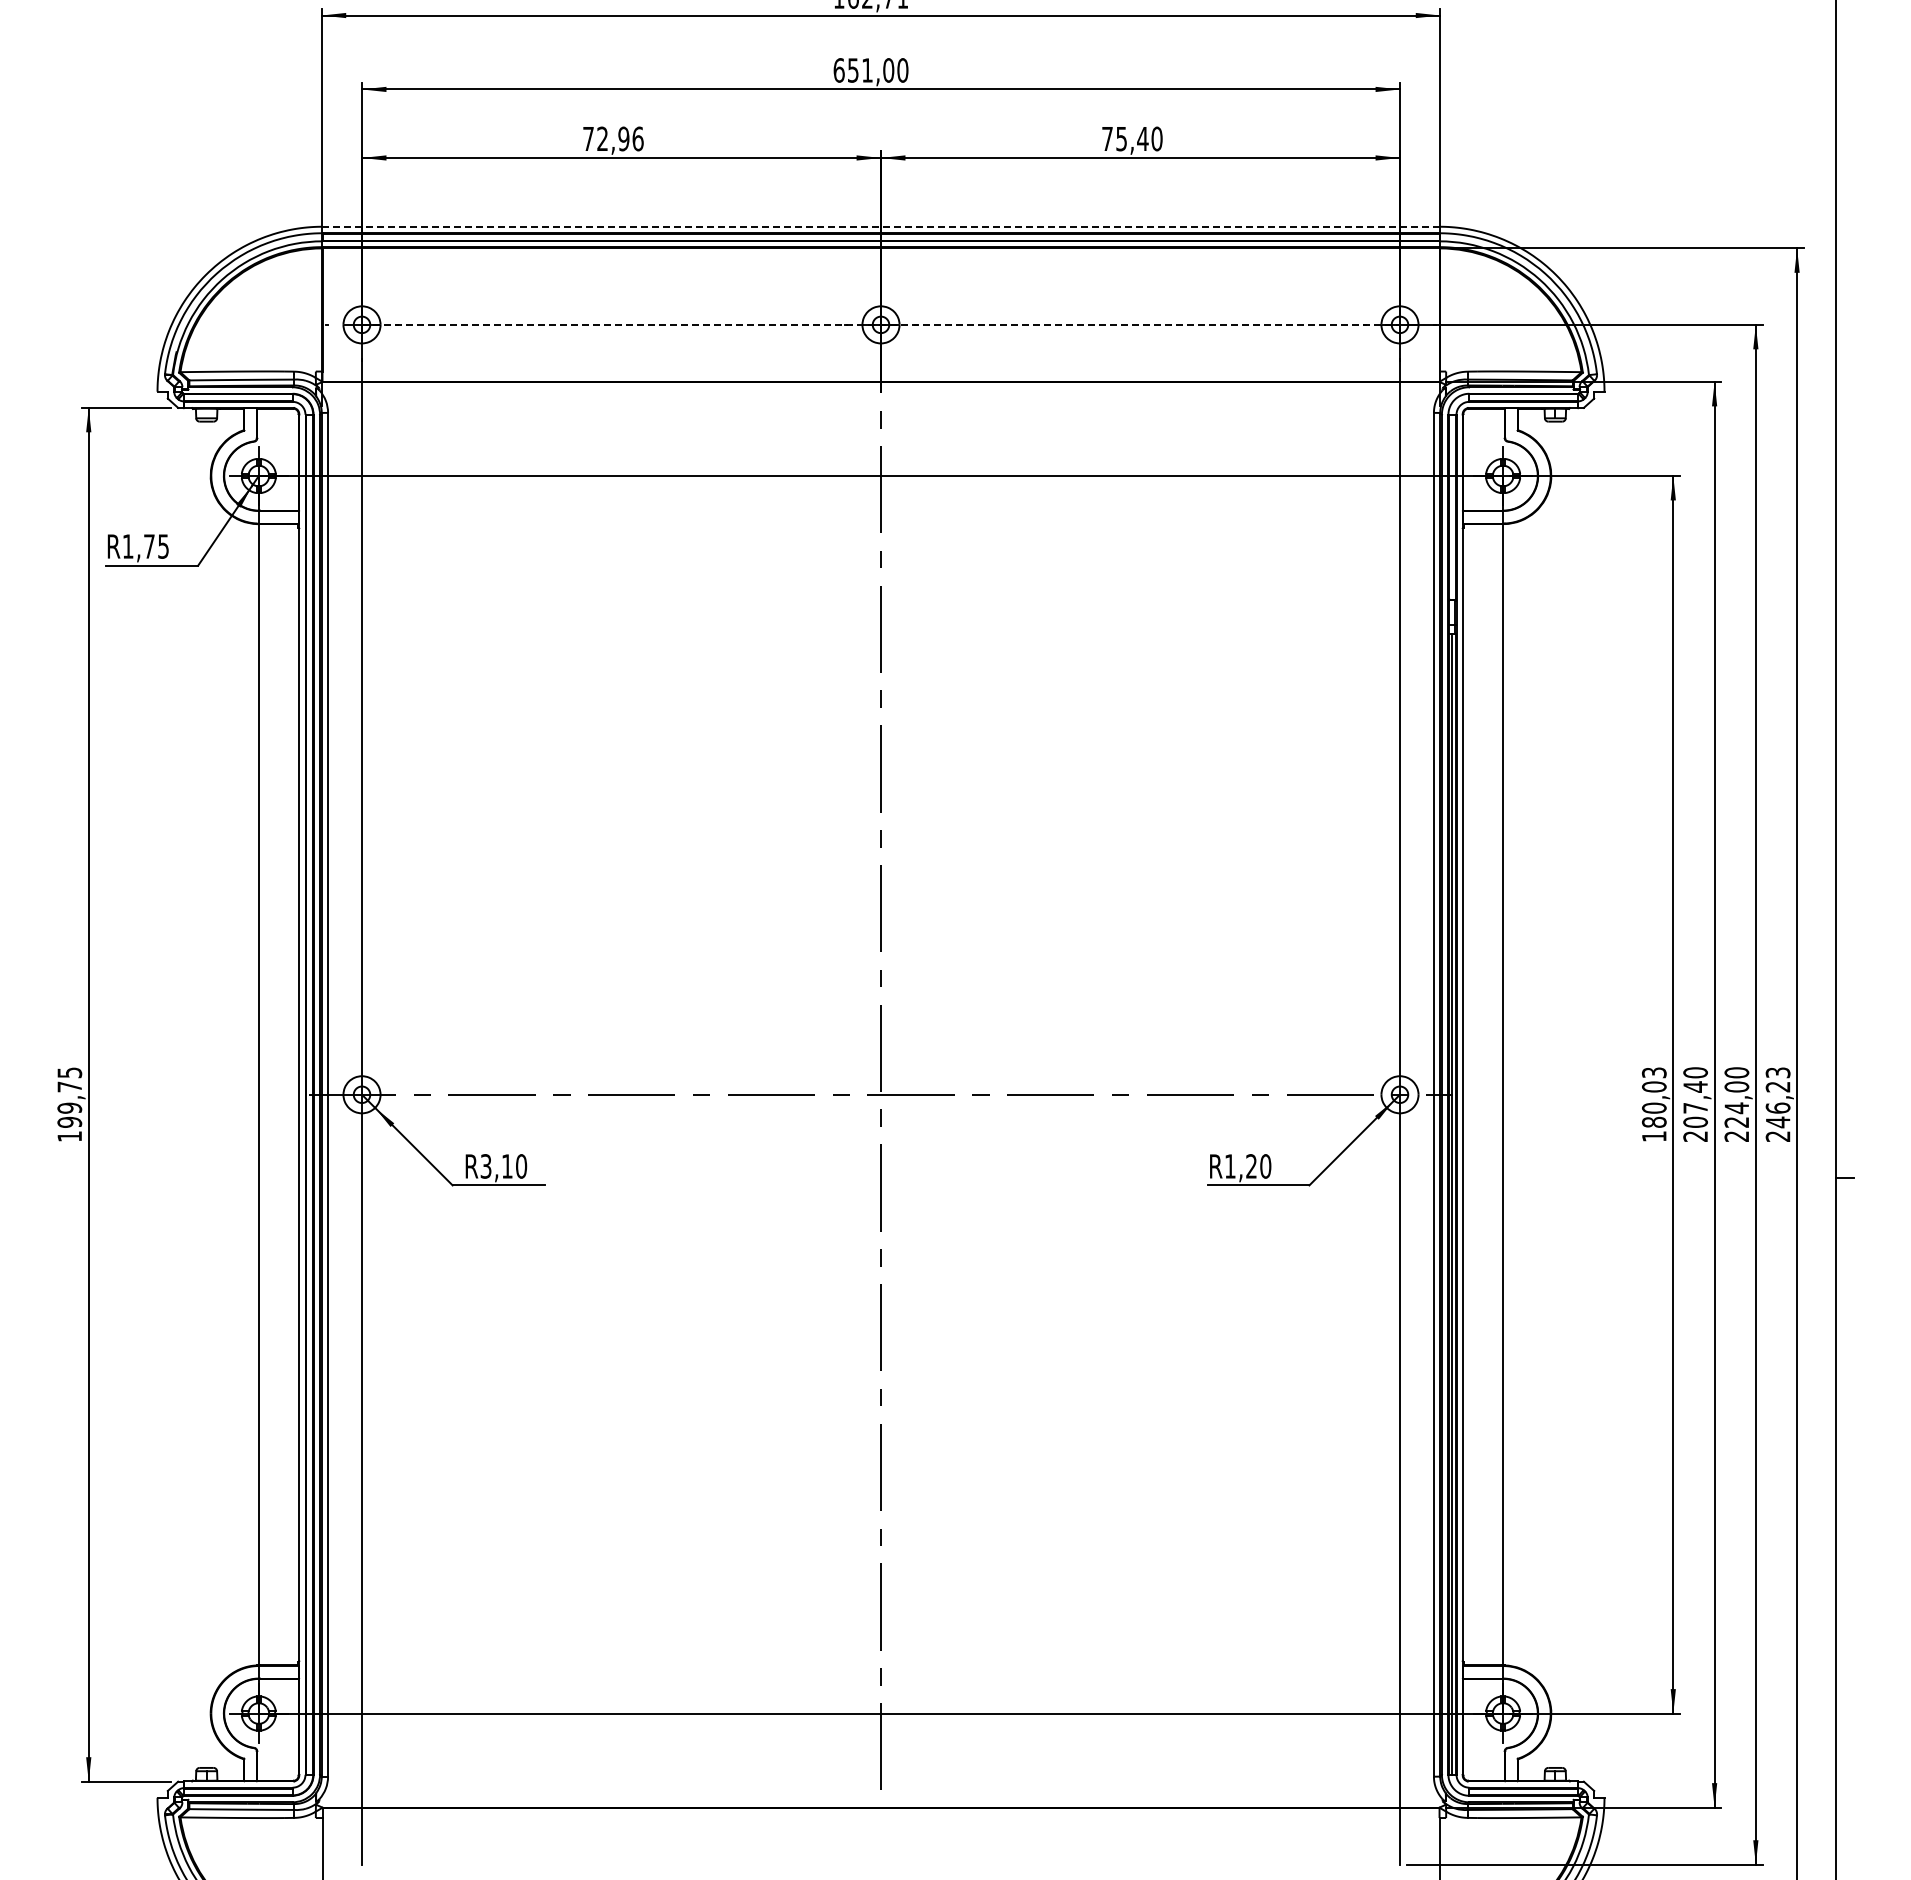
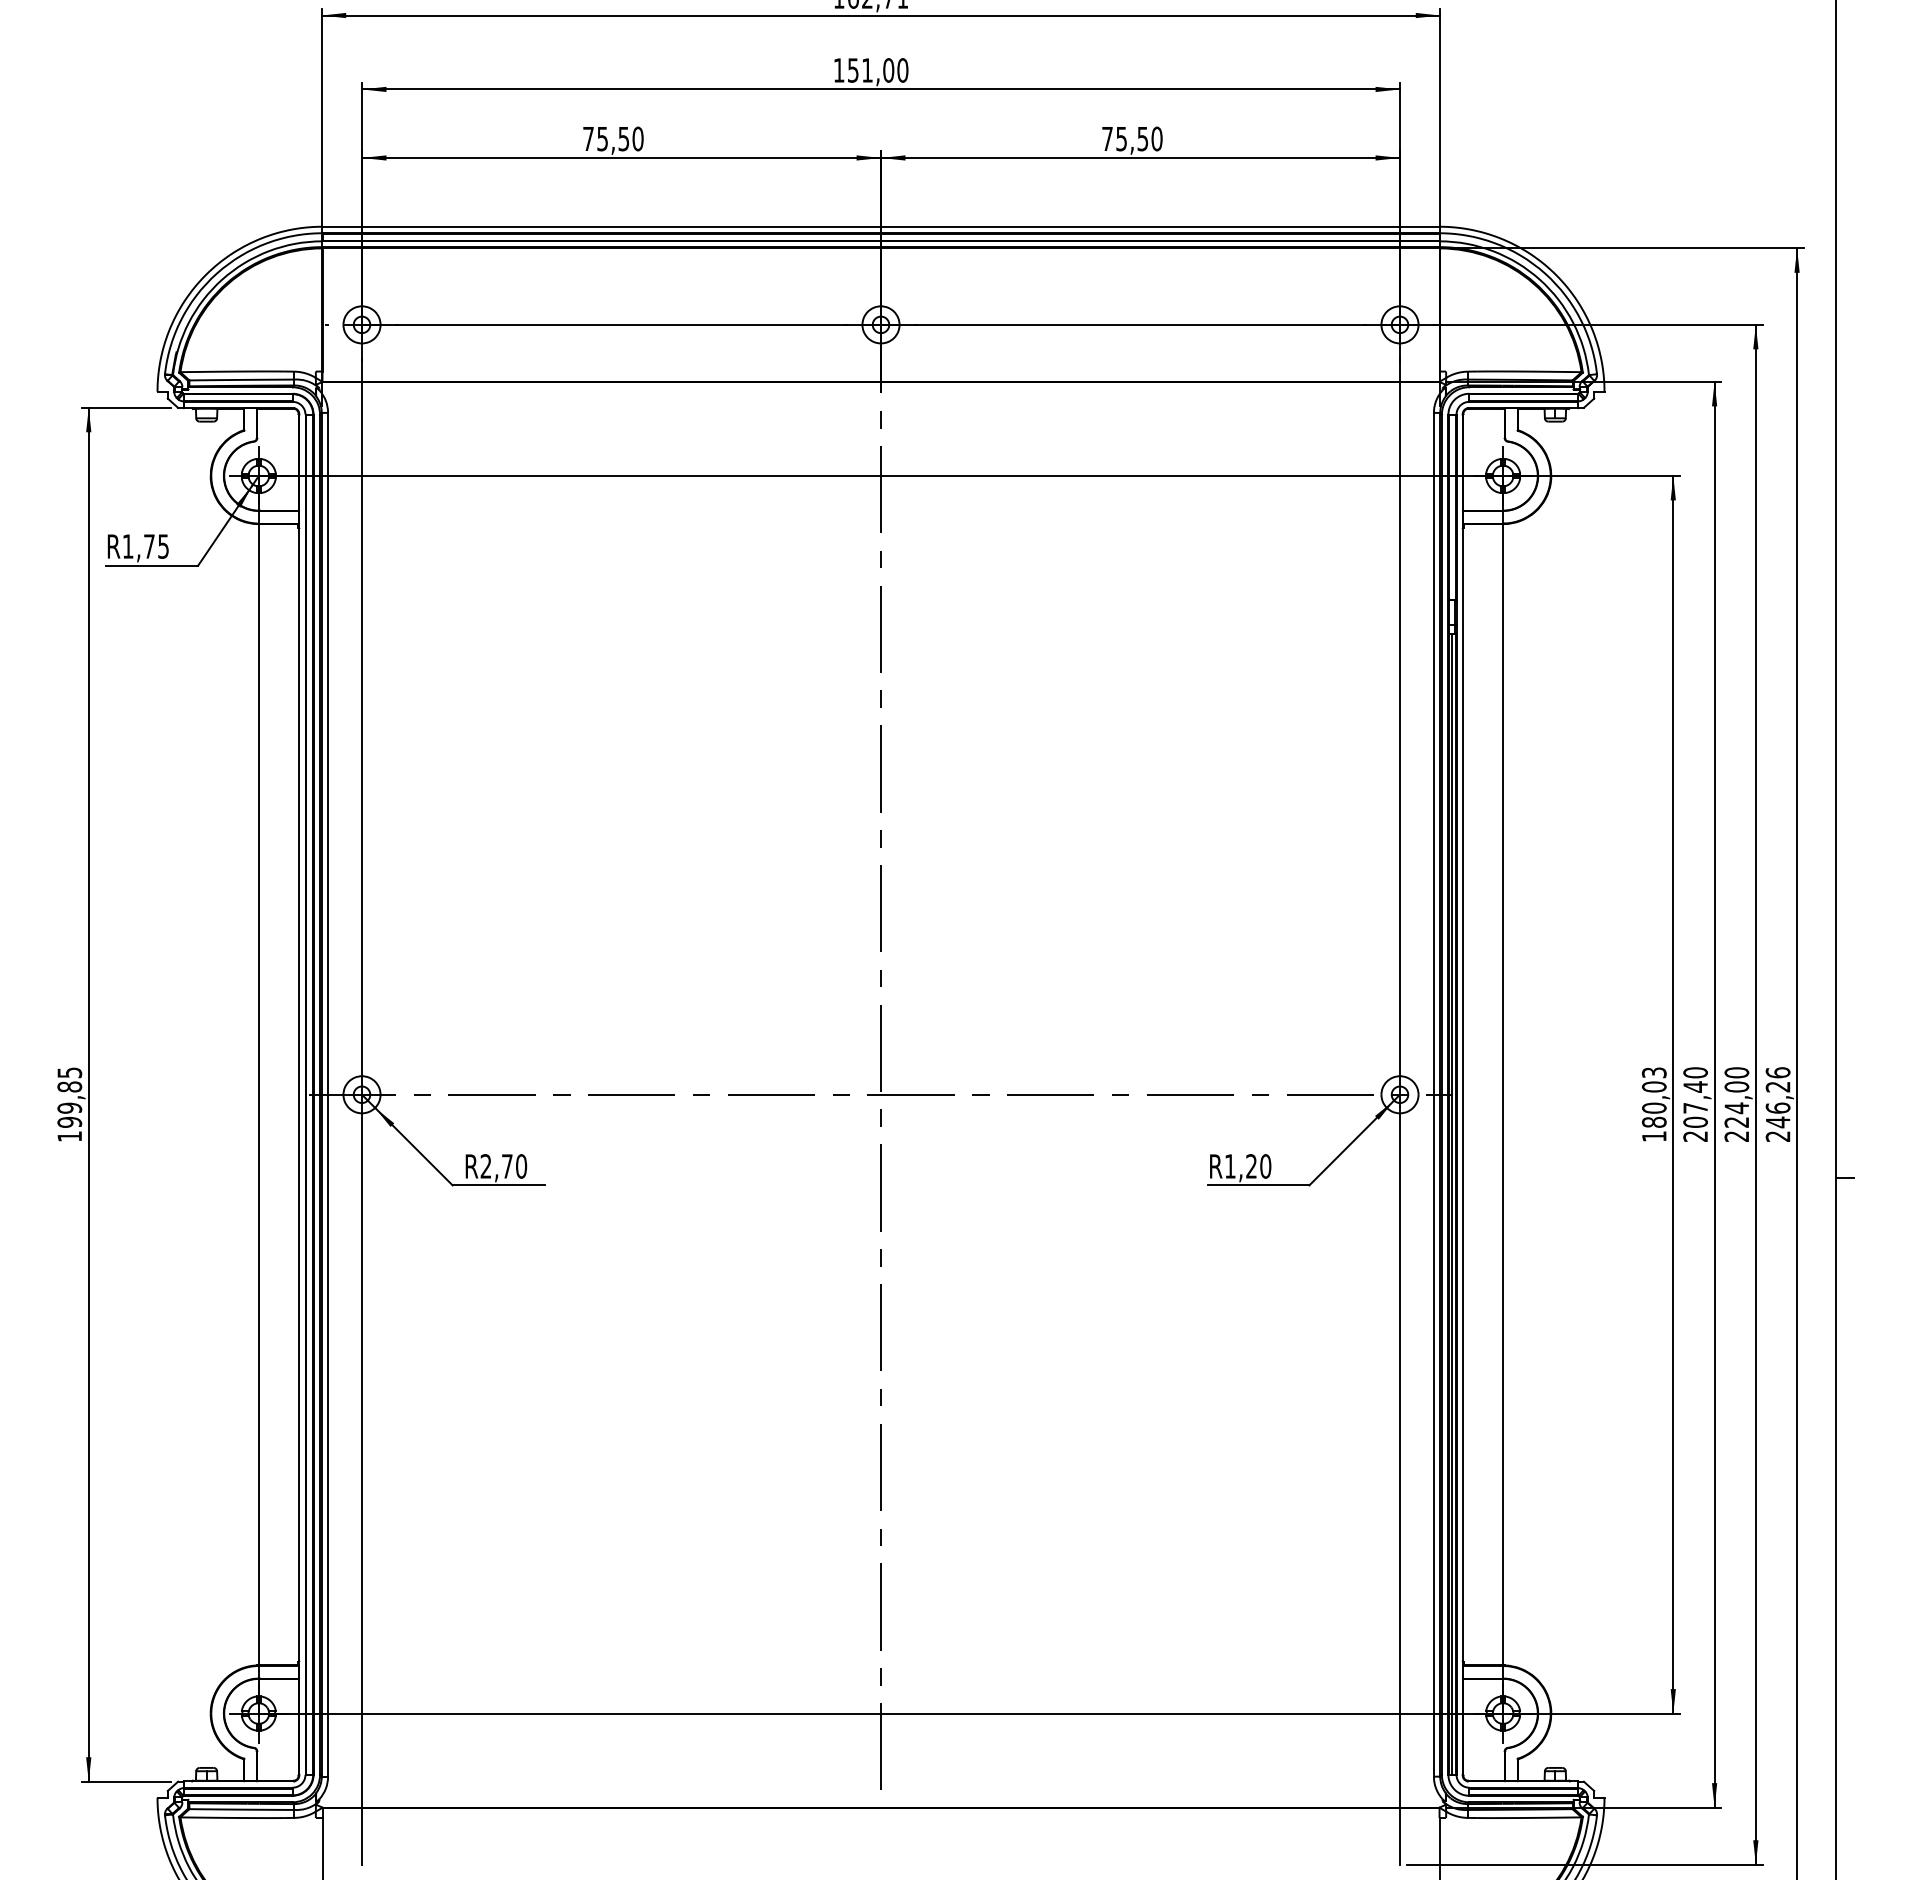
text at (838, 70): 651,00 -> 151,00
text at (620, 138): 72,96 -> 75,50
text at (1142, 139): 75,40 -> 75,50
line at (881, 226): dashed -> solid
line at (881, 324): dashed -> solid
text at (1777, 1072): 246,23 -> 246,26
text at (69, 1086): 199,75 -> 199,85
text at (496, 1166): R3,10 -> R2,70
